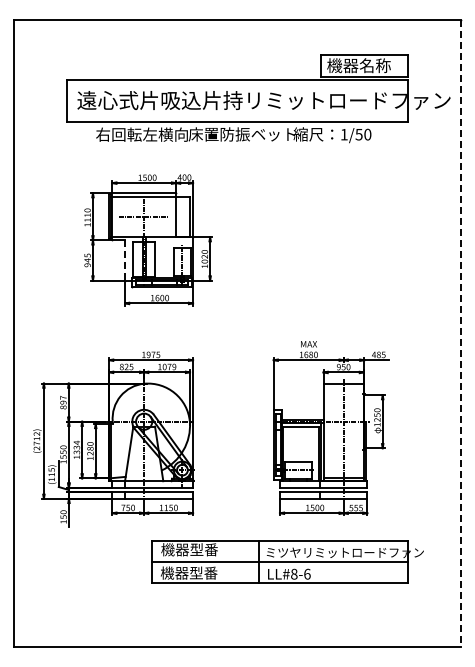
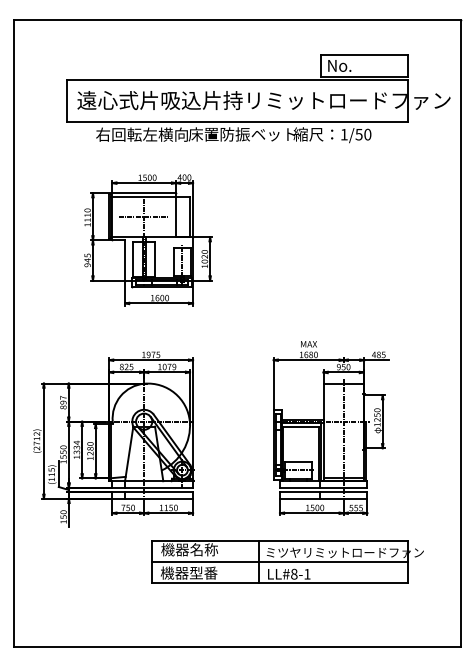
text at (358, 65): 機器名称 -> No.
line at (125, 260): dashed -> solid
line at (460, 333): dashed -> solid
text at (204, 549): 機器型番 -> 機器名称
text at (307, 573): LL#8-6 -> LL#8-1
